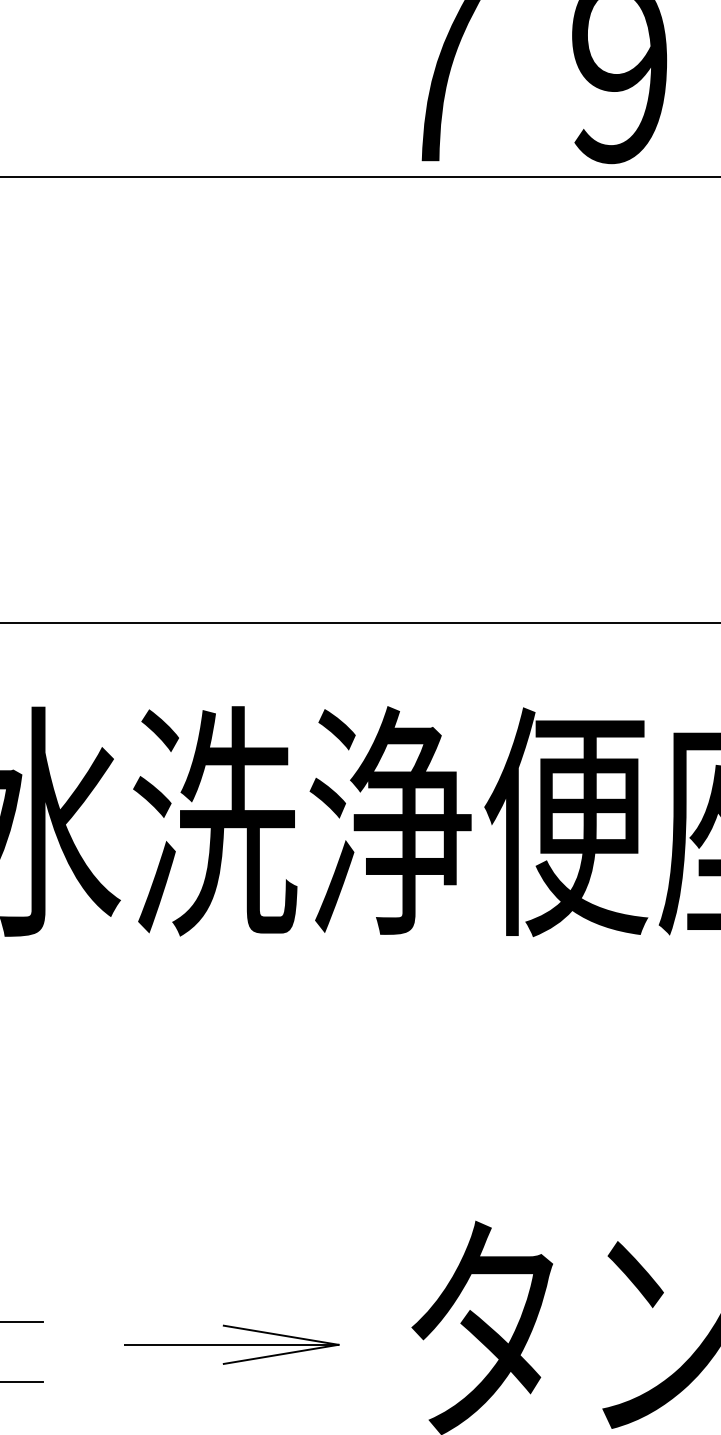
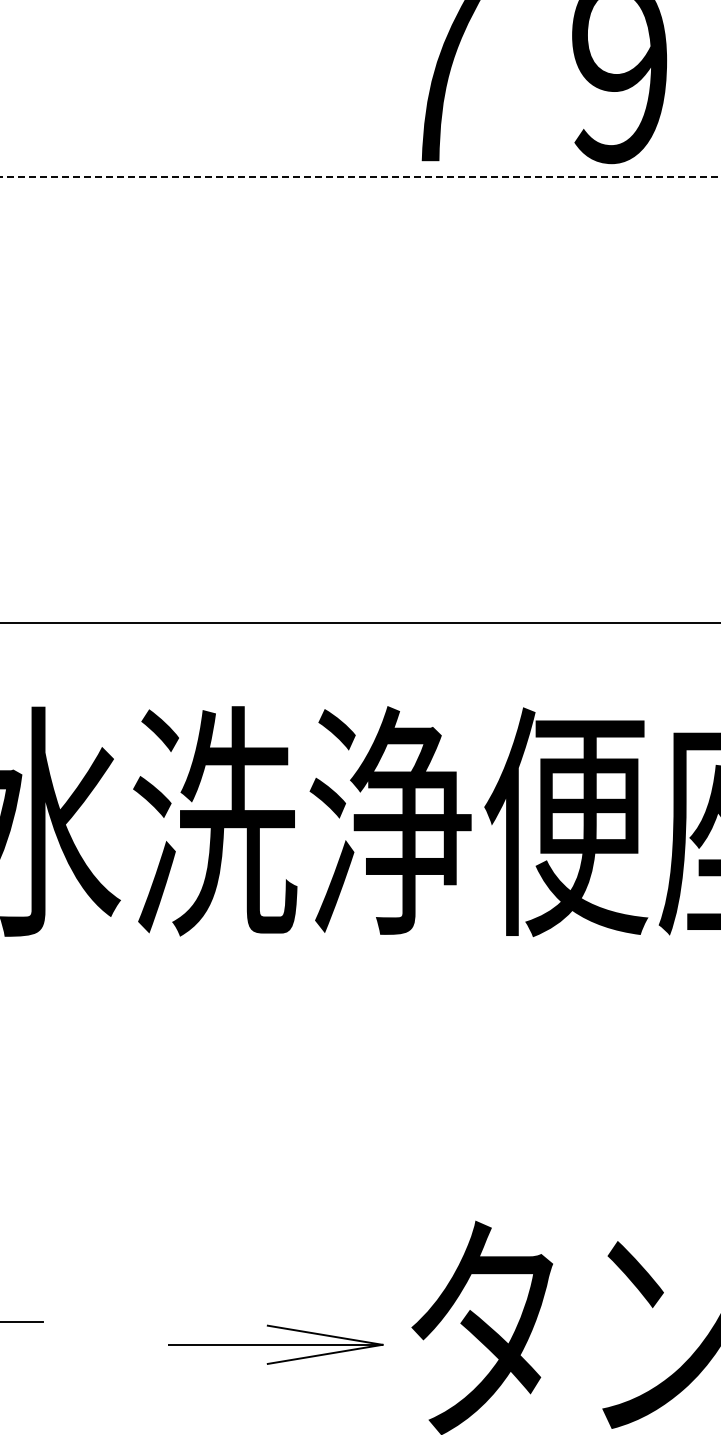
line at (360, 177): solid -> dashed
part at (231, 1344) position: (231, 1344) -> (275, 1344)
line at (22, 1382): present -> none
